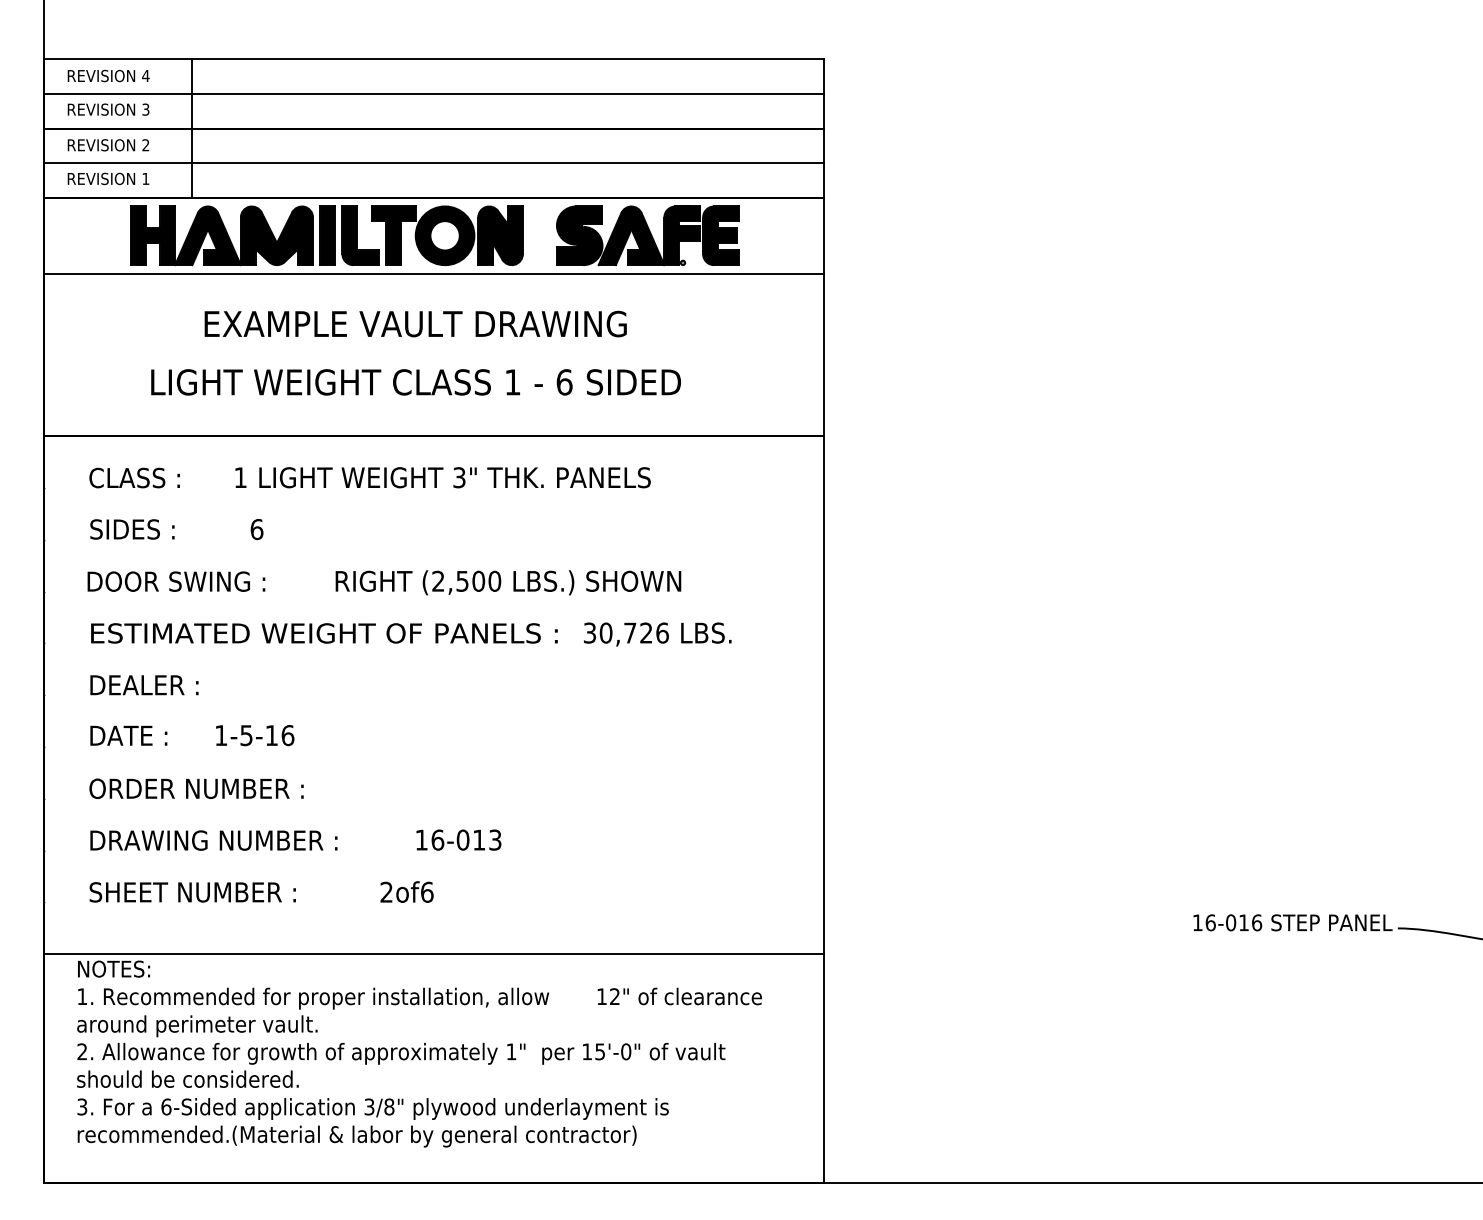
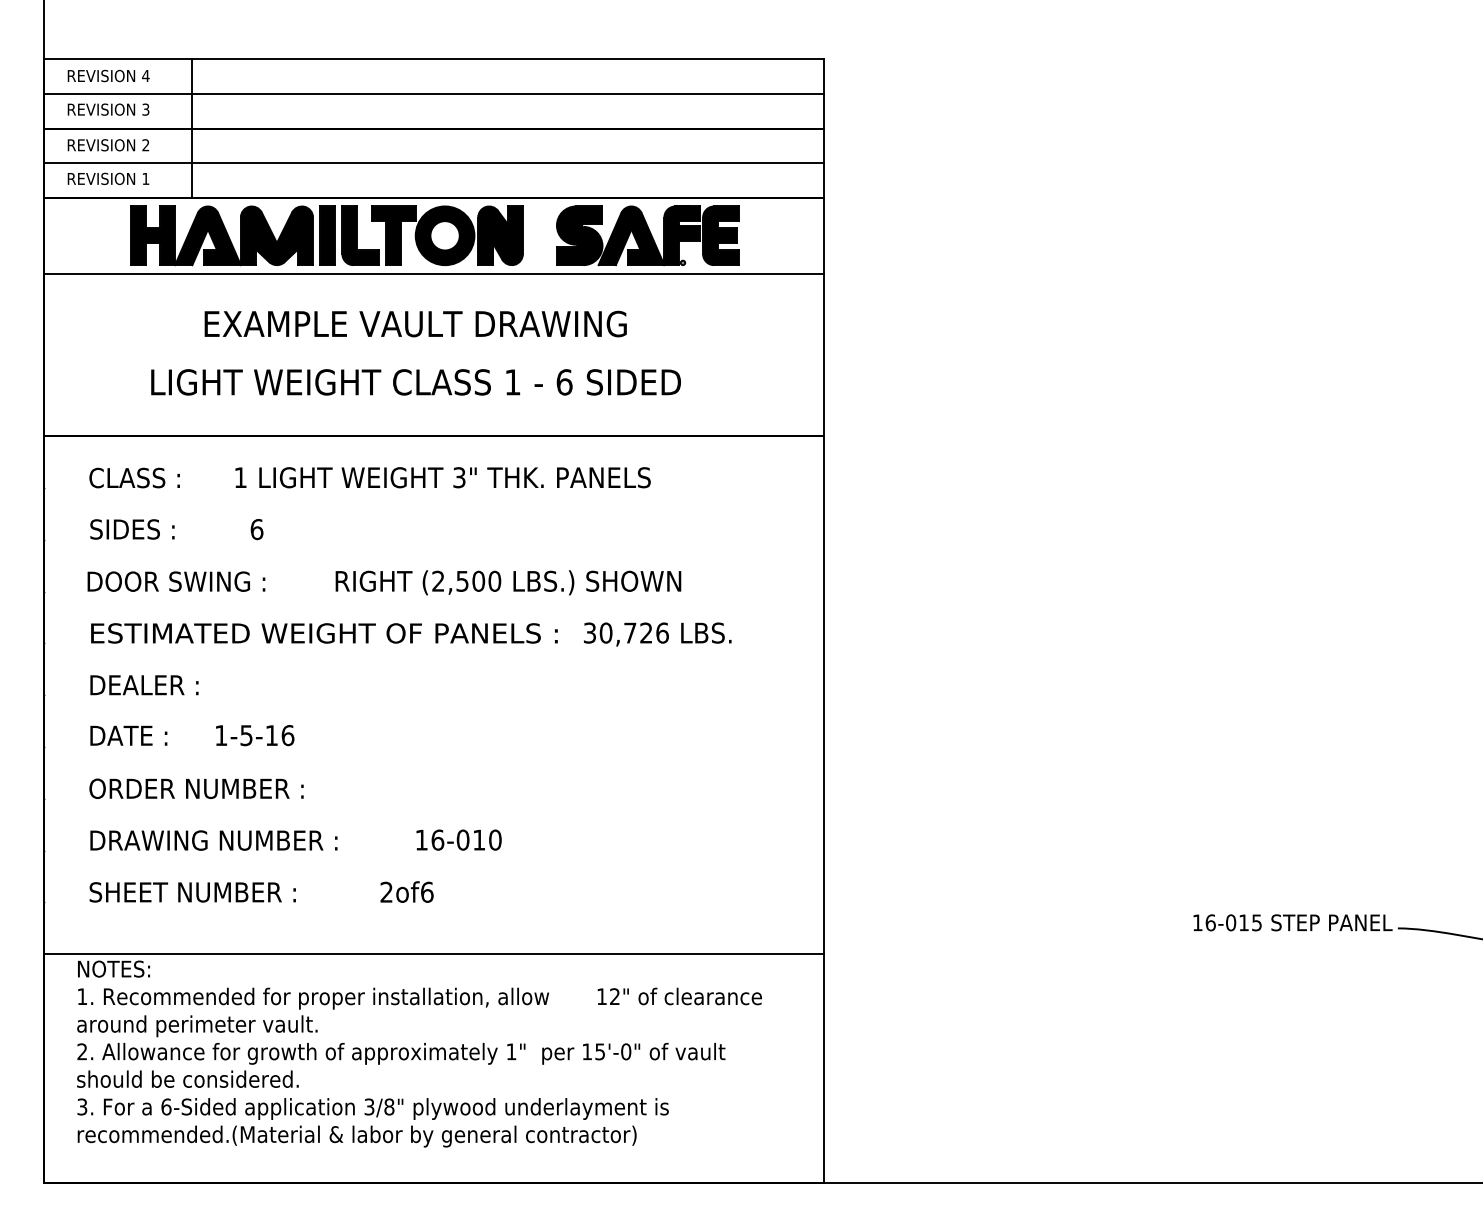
text at (495, 839): 16-013 -> 16-010
text at (1257, 922): 16-016 -> 16-015
